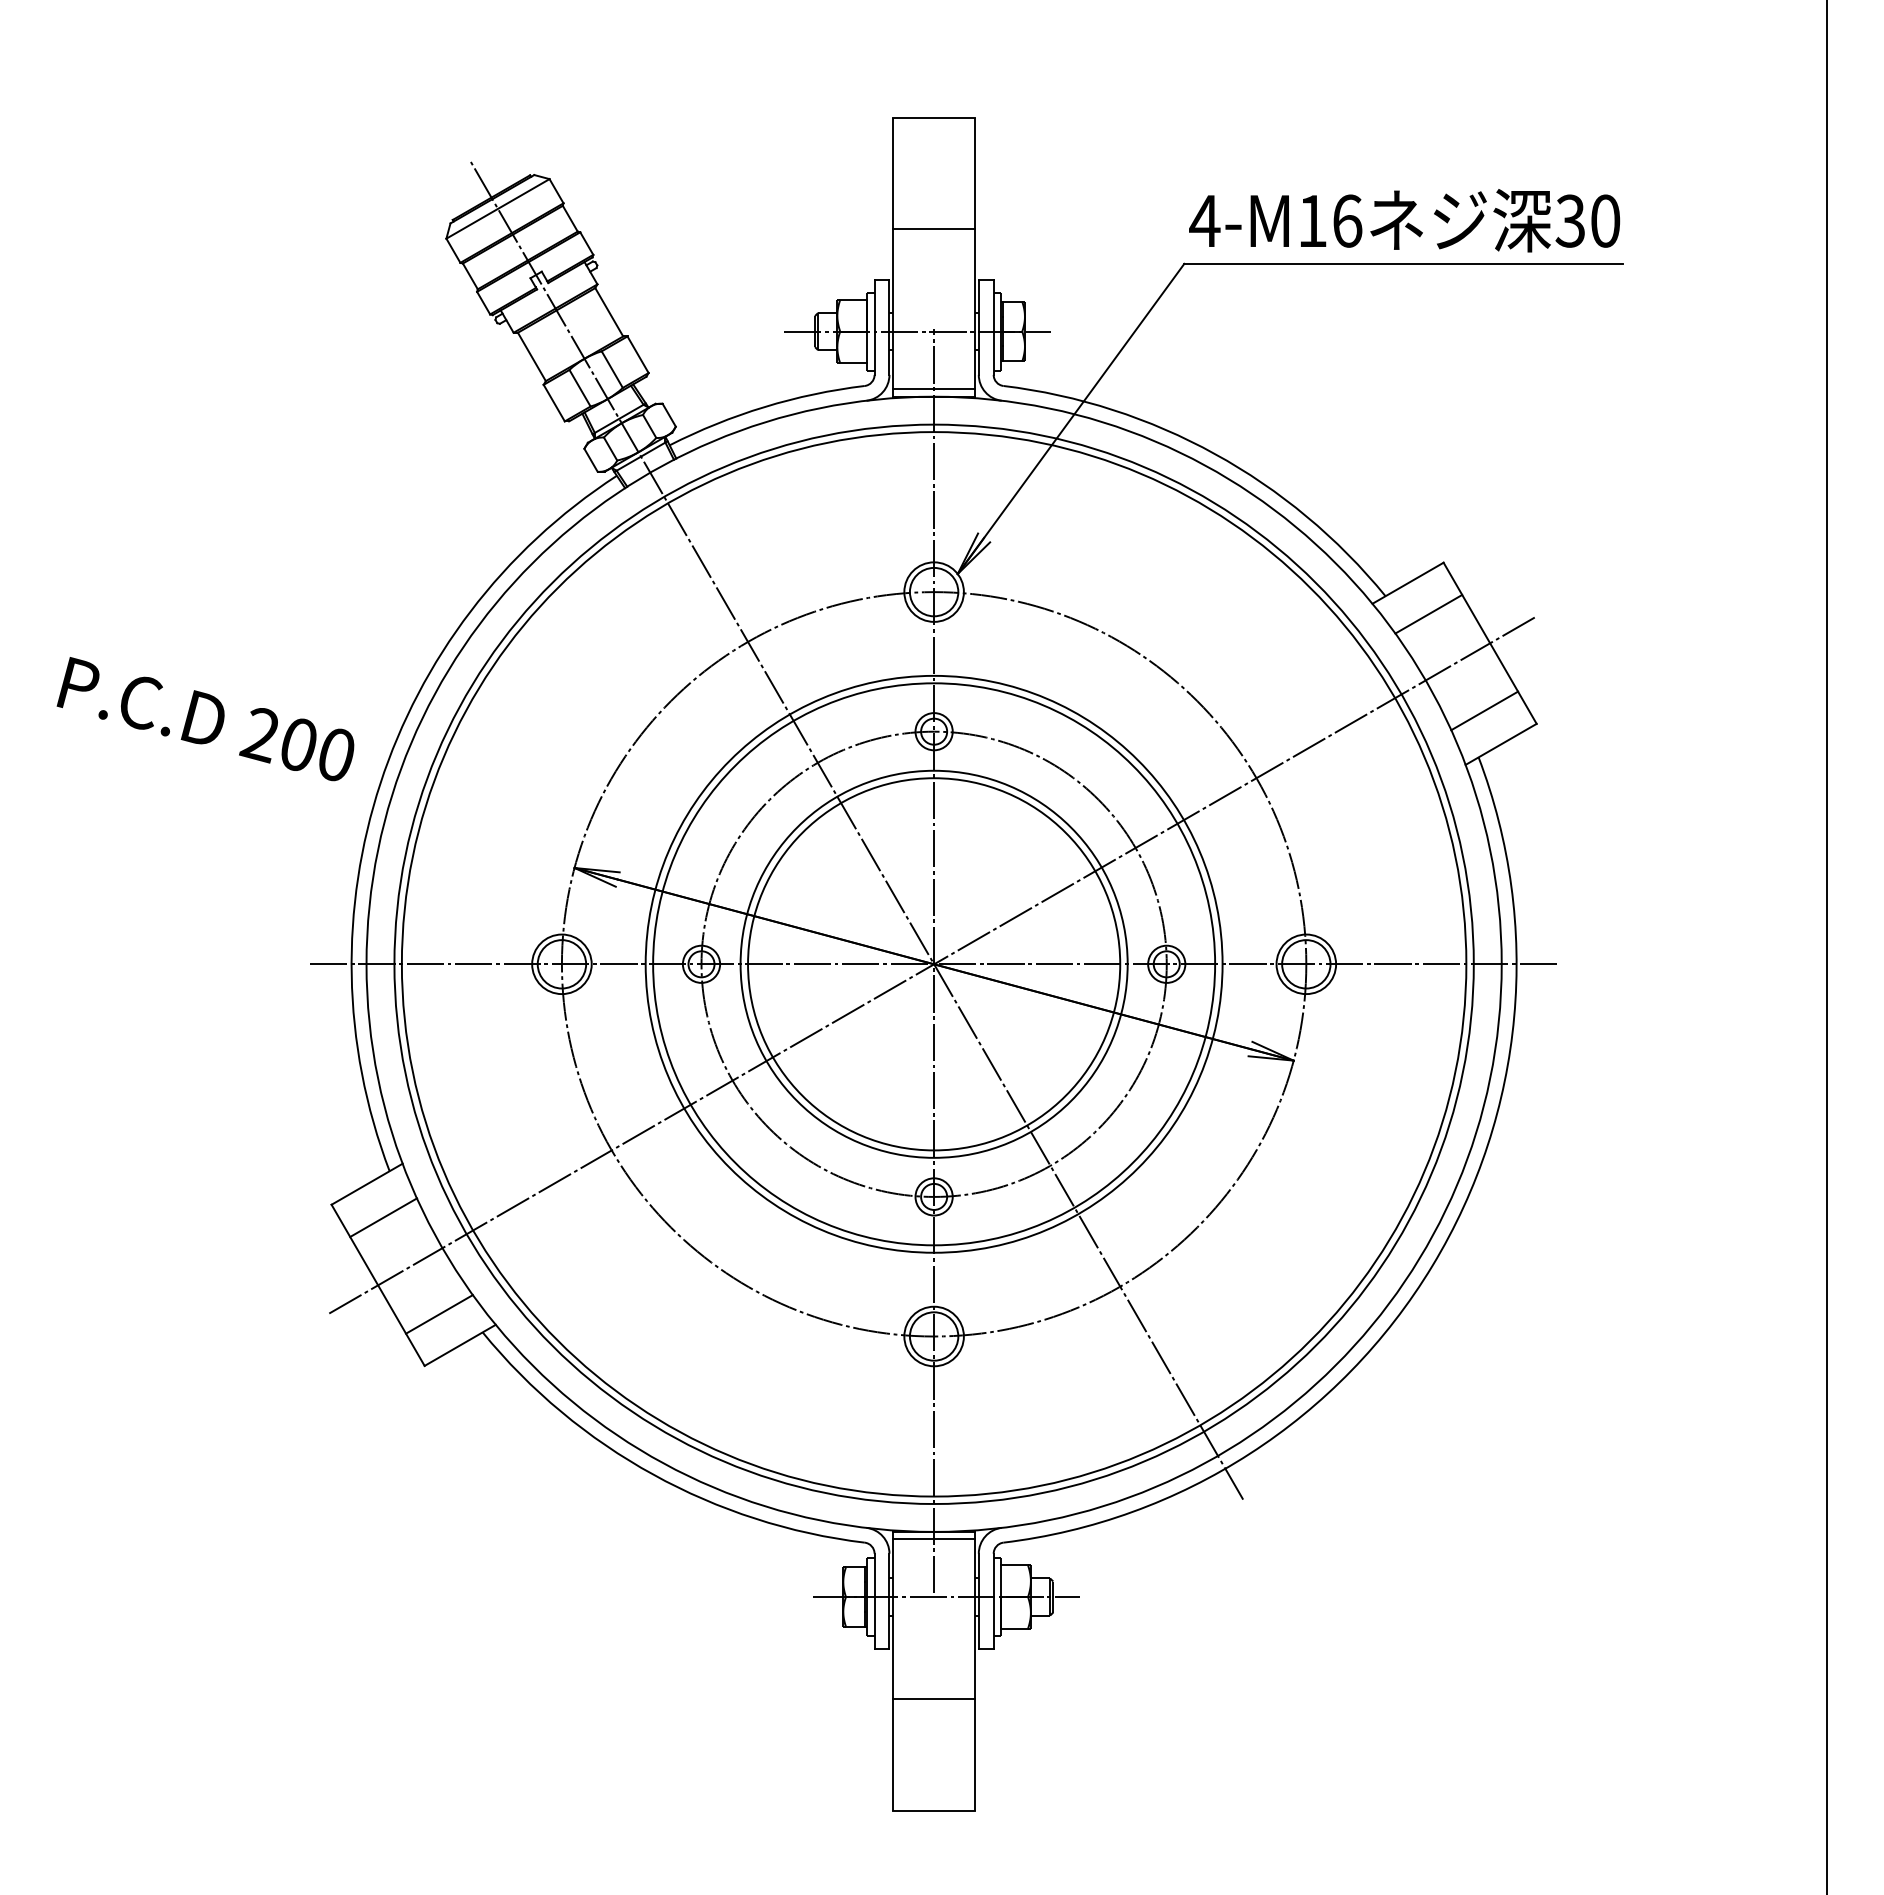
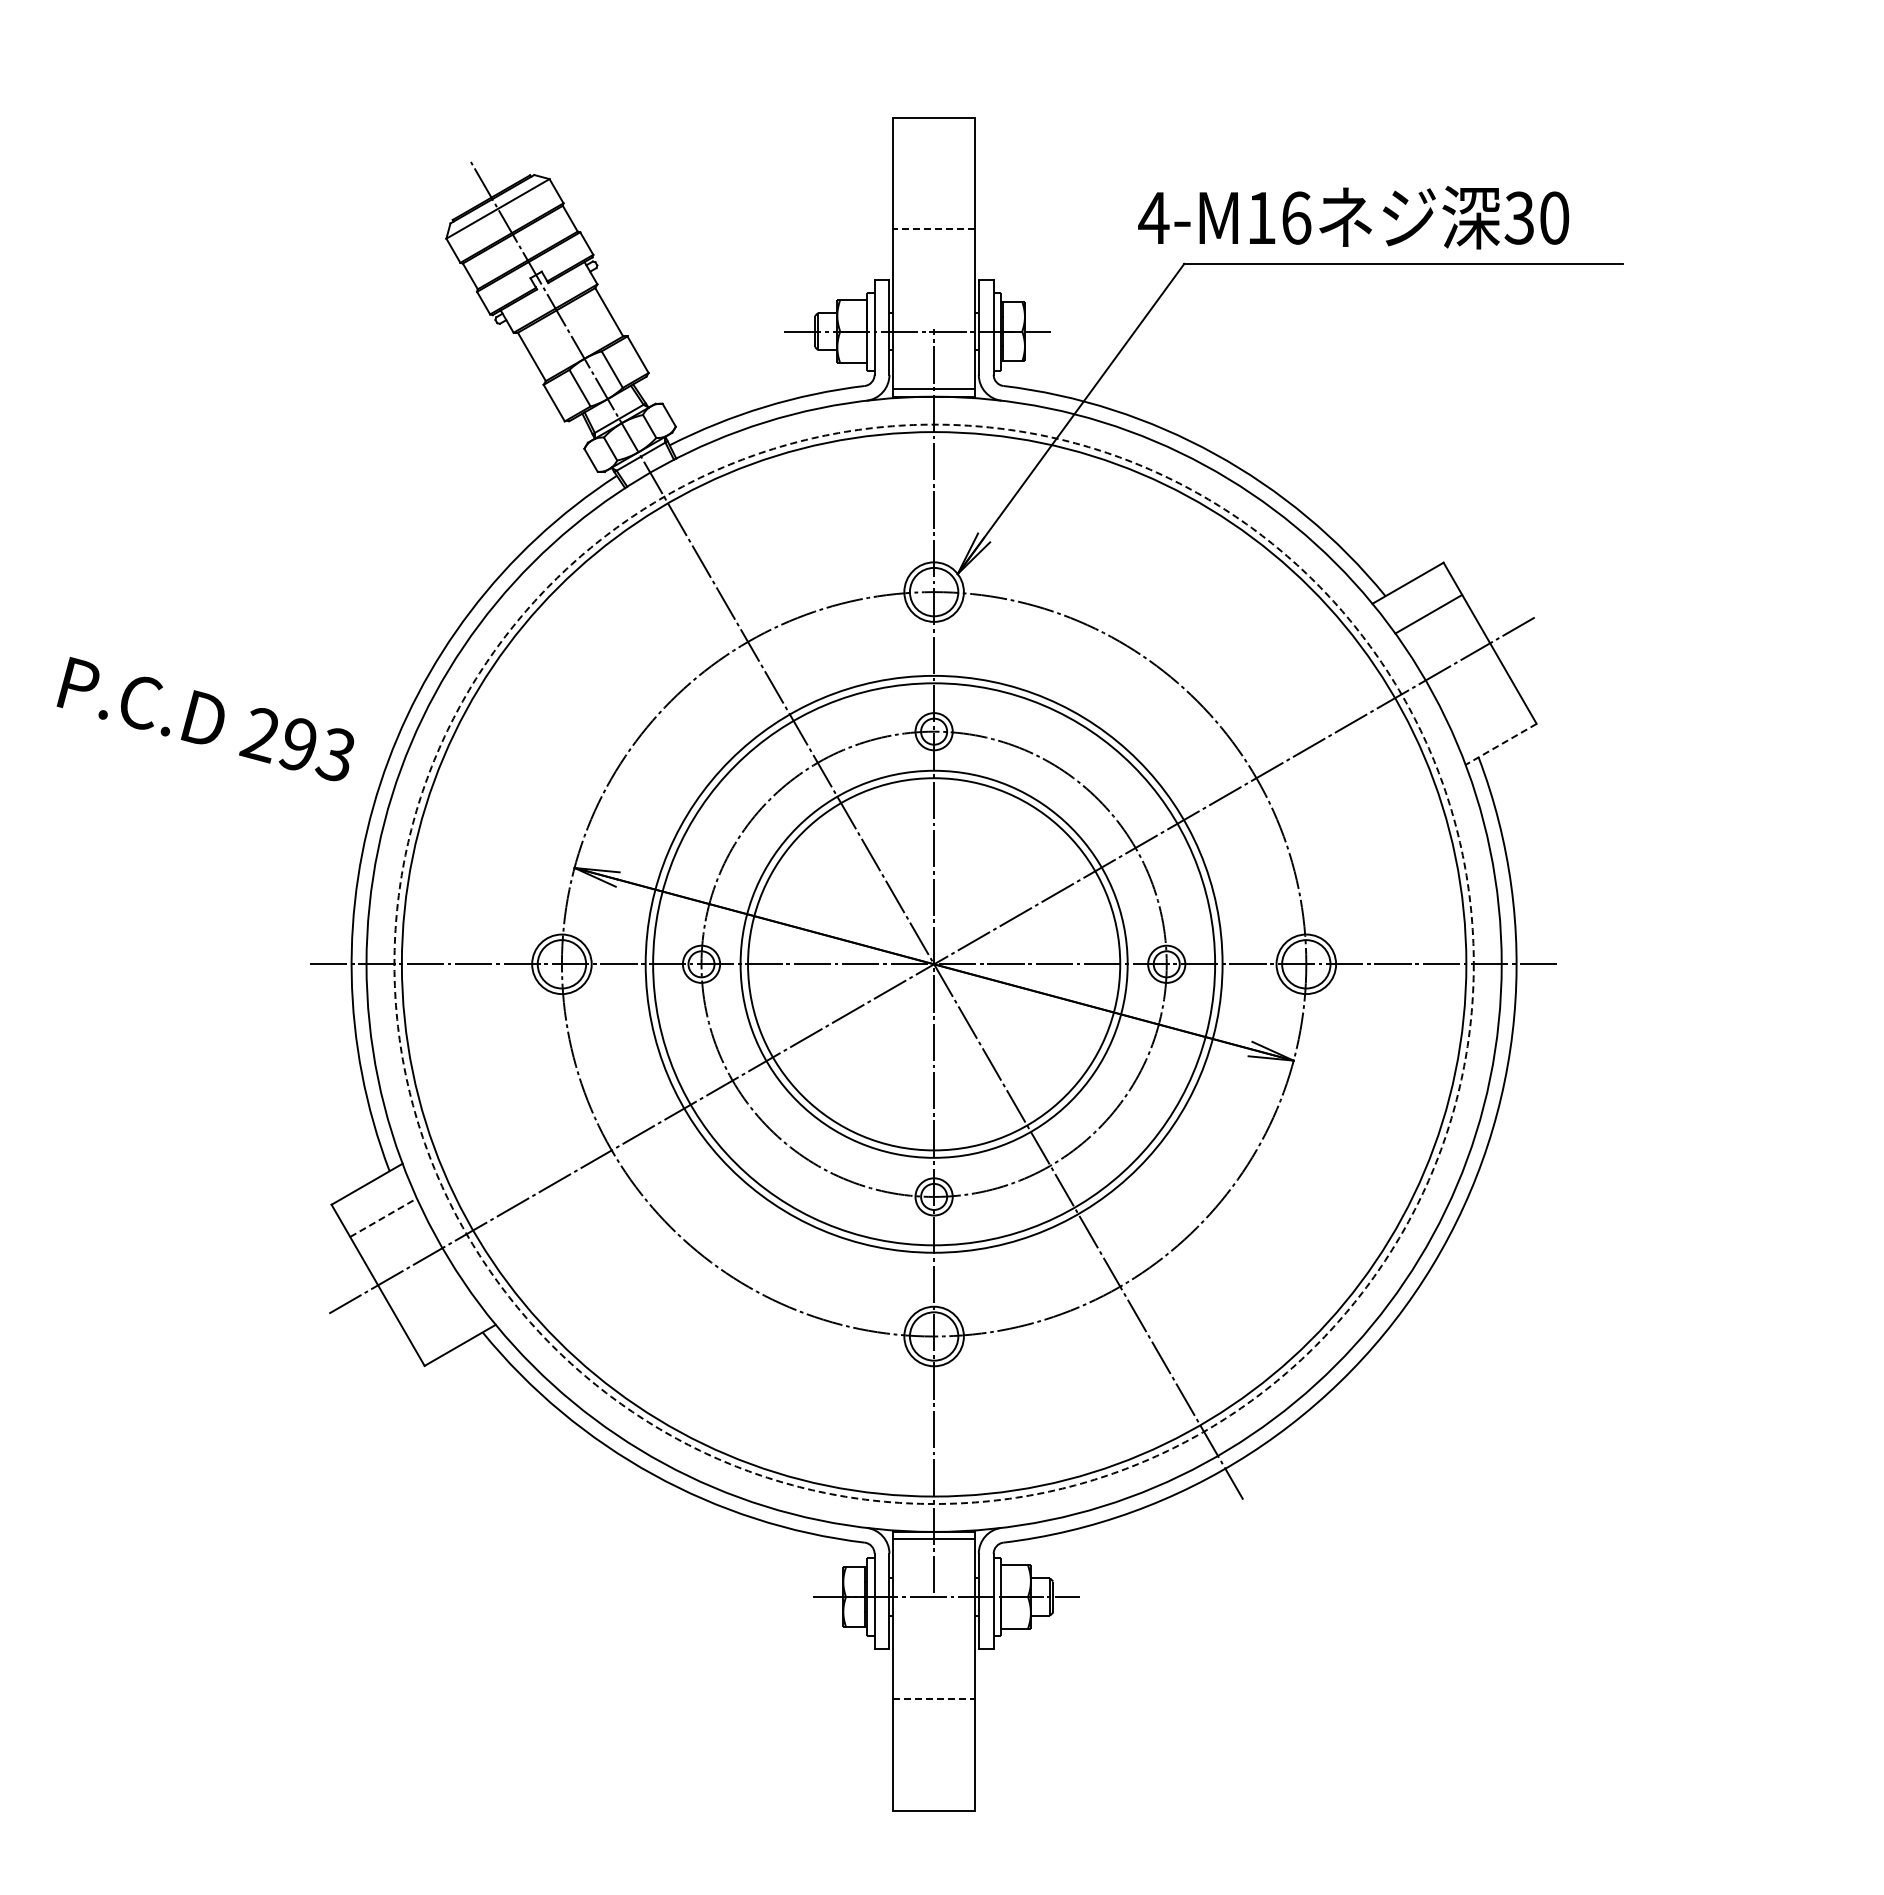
text at (1404, 220) position: (1404, 220) -> (1353, 217)
line at (934, 229): solid -> dashed
line at (1484, 710): present -> none
line at (1500, 744): solid -> dashed
text at (316, 749): 200 -> 293
line at (1827, 946): present -> none
circle at (933, 963): solid -> dashed
line at (383, 1217): solid -> dashed
line at (439, 1314): present -> none
line at (934, 1699): solid -> dashed
